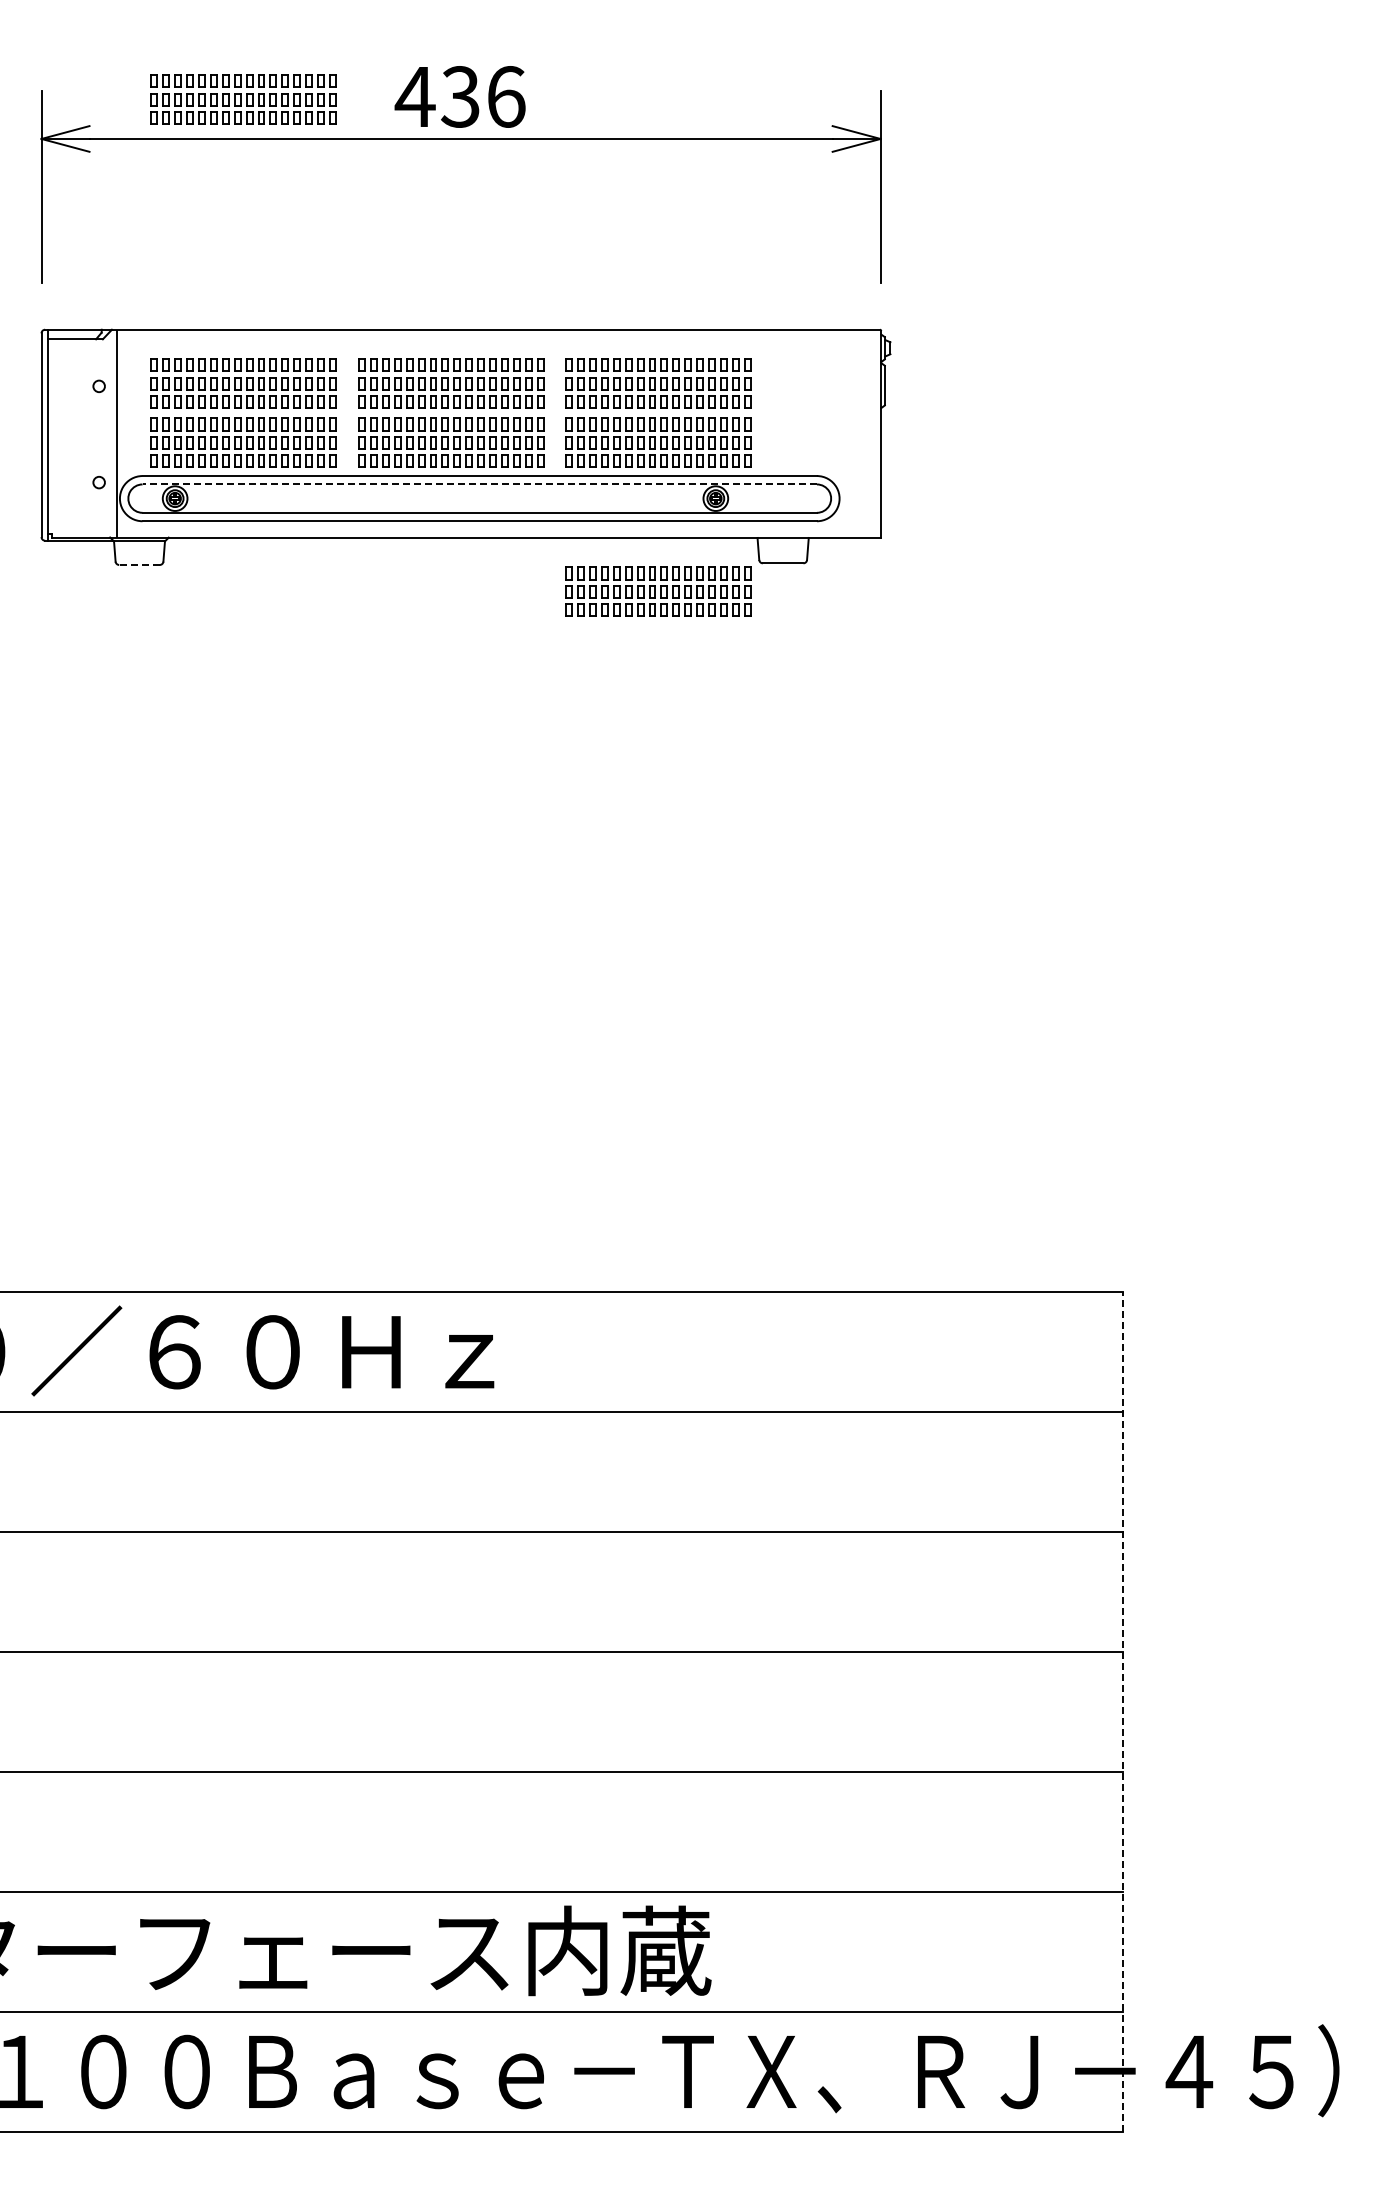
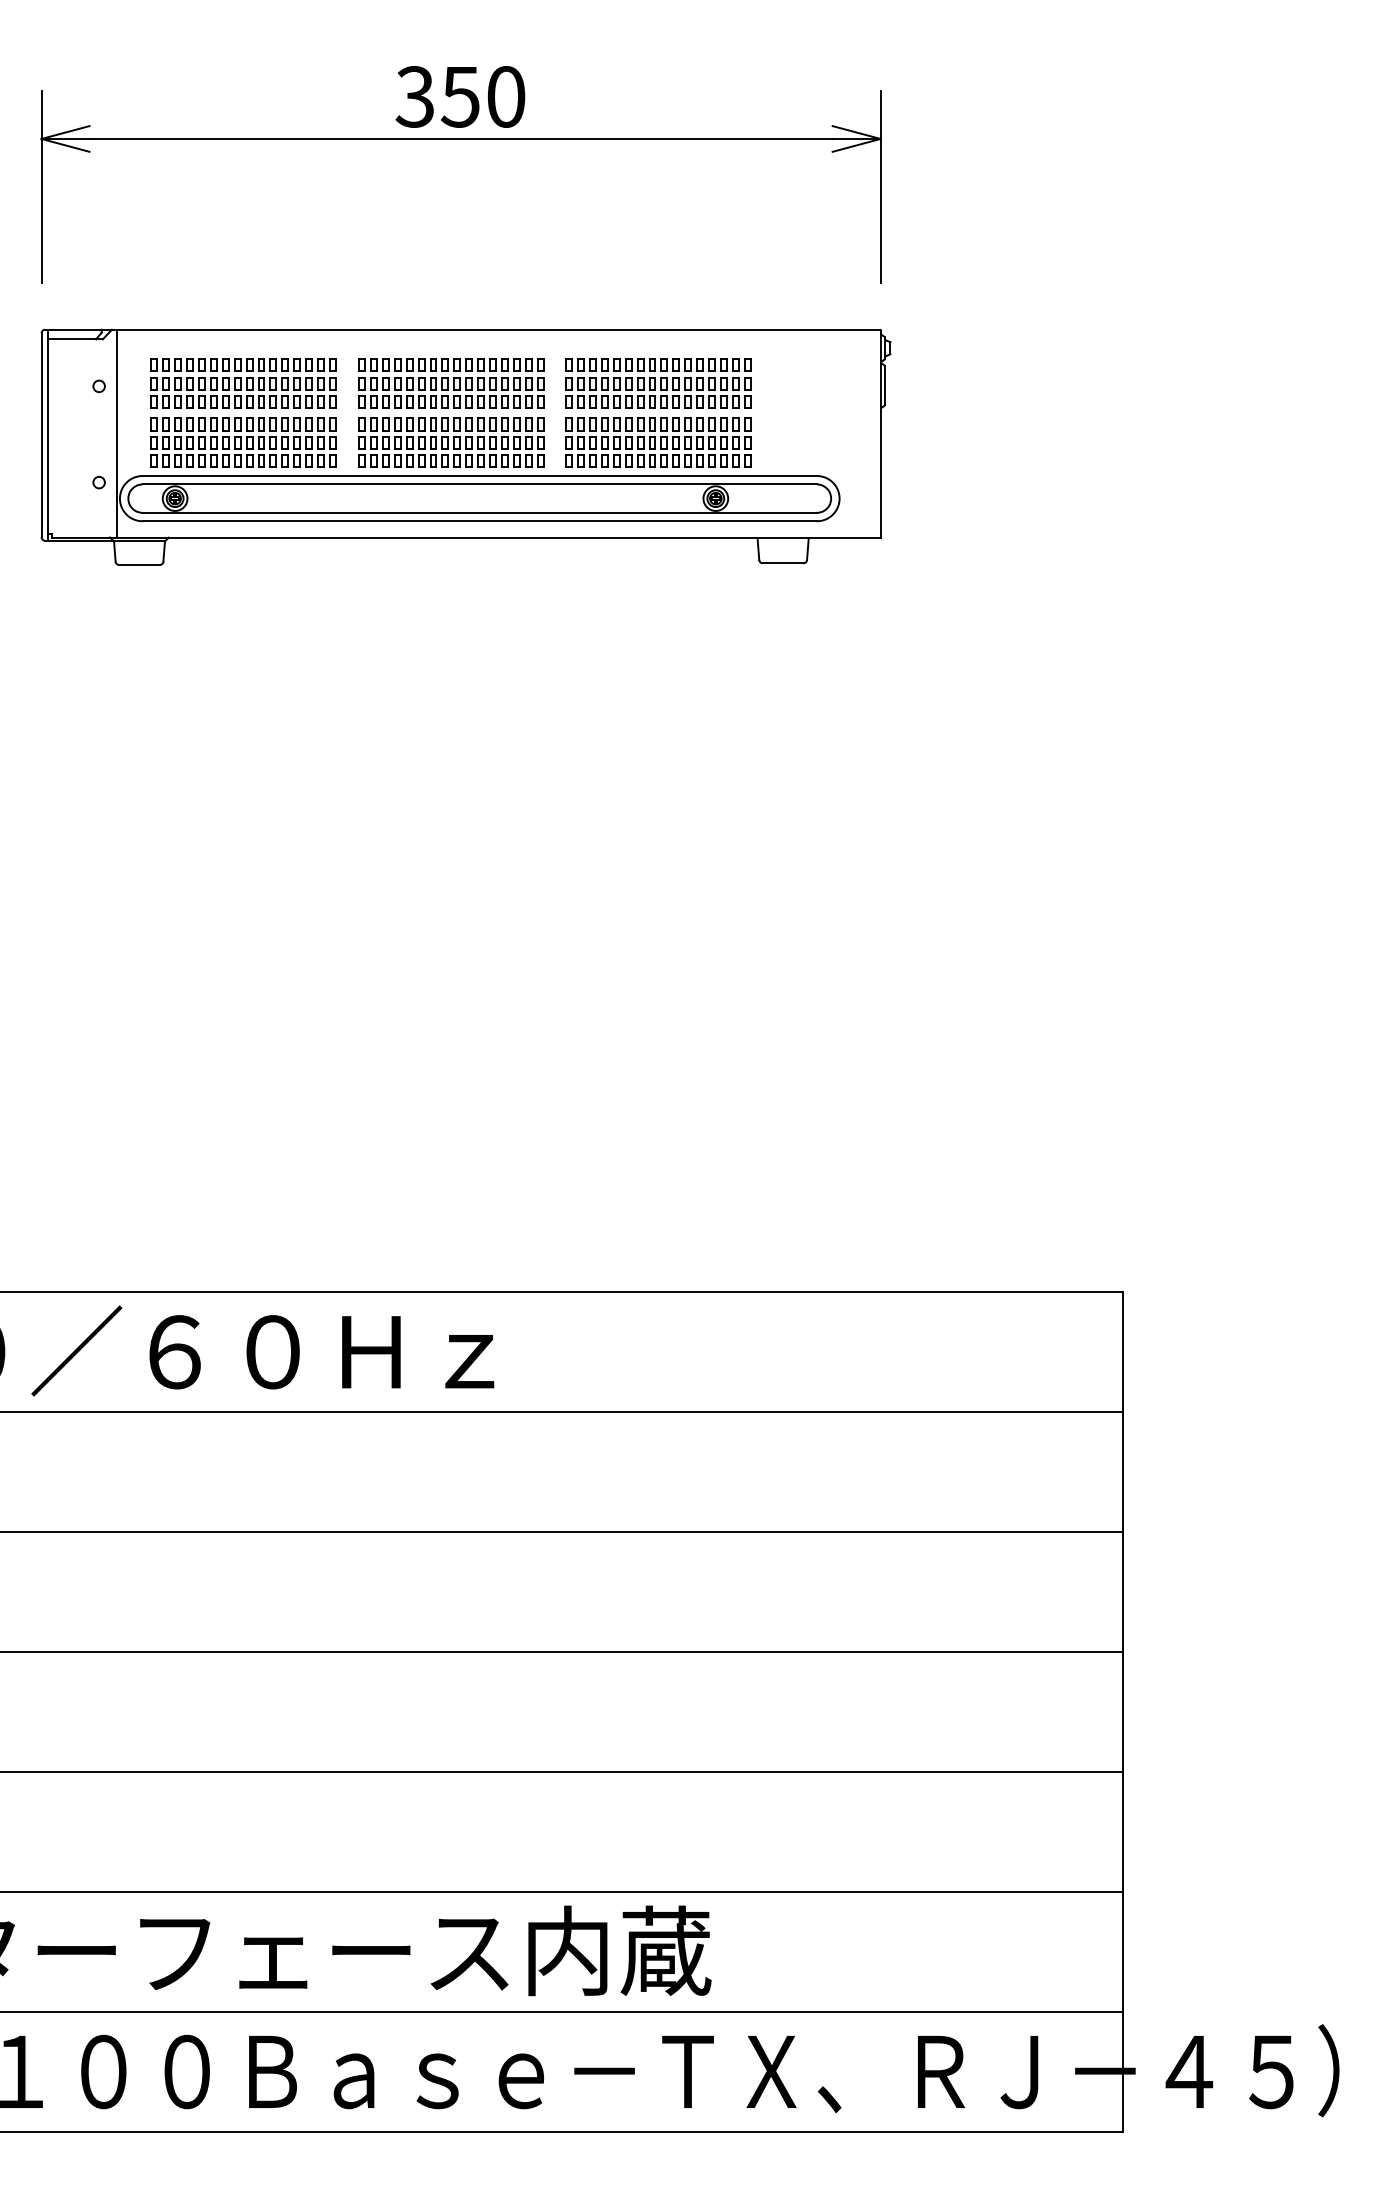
text at (459, 96): 436 -> 350
part at (243, 99): present -> none
line at (479, 484): dashed -> solid
line at (139, 564): dashed -> solid
part at (658, 591): present -> none
line at (1123, 1712): dashed -> solid
